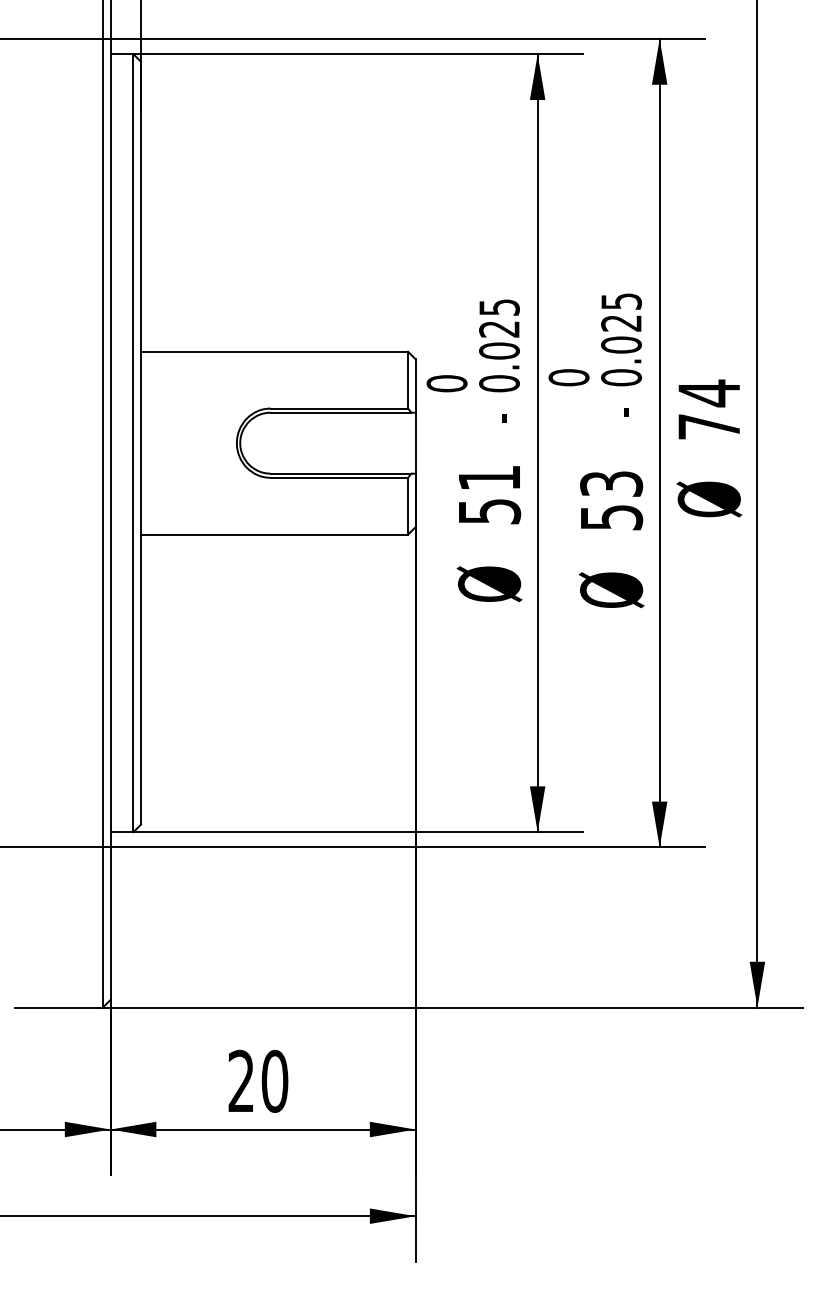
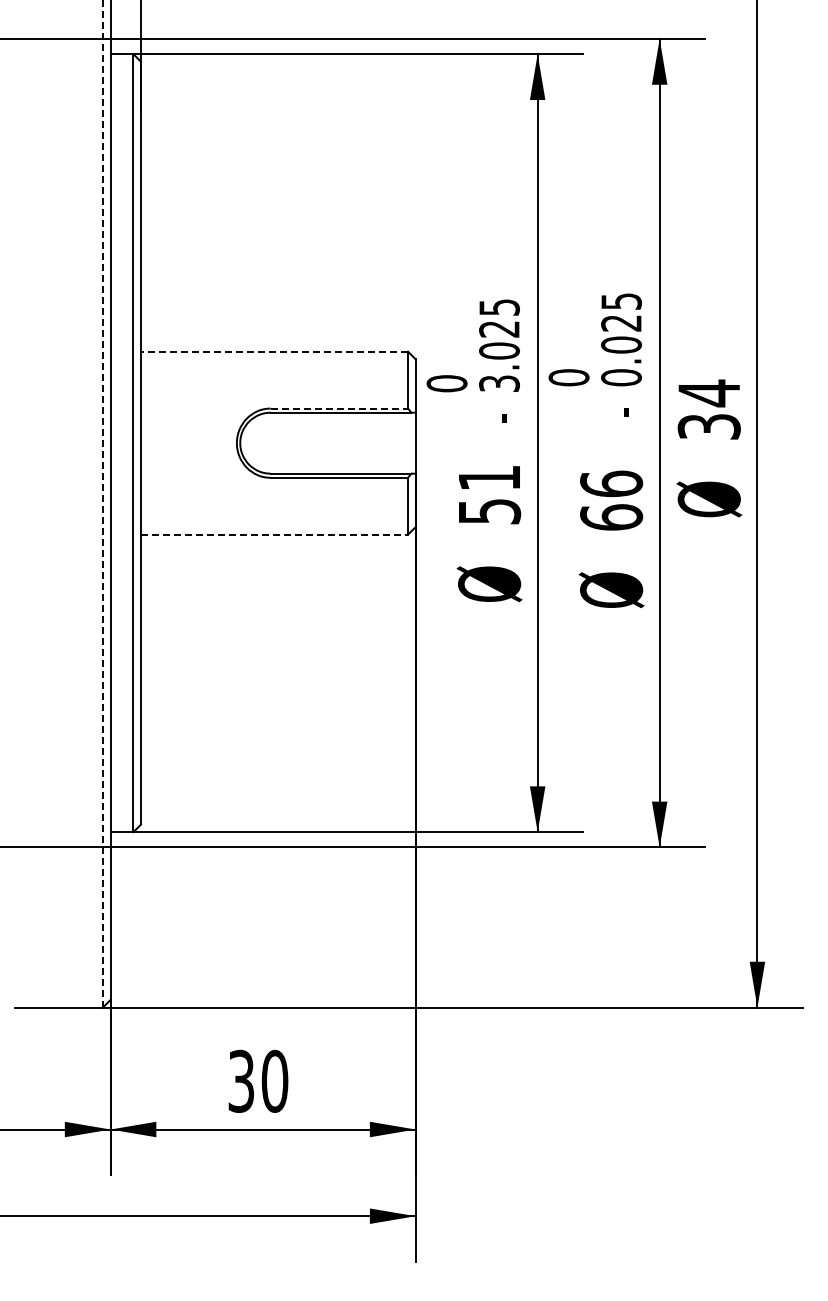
line at (274, 351): solid -> dashed
text at (499, 383): 0.025 -> 3.025
line at (339, 408): solid -> dashed
text at (708, 426): 74 -> 34
text at (611, 500): 53 -> 66
line at (102, 503): solid -> dashed
line at (275, 534): solid -> dashed
text at (241, 1081): 20 -> 30
